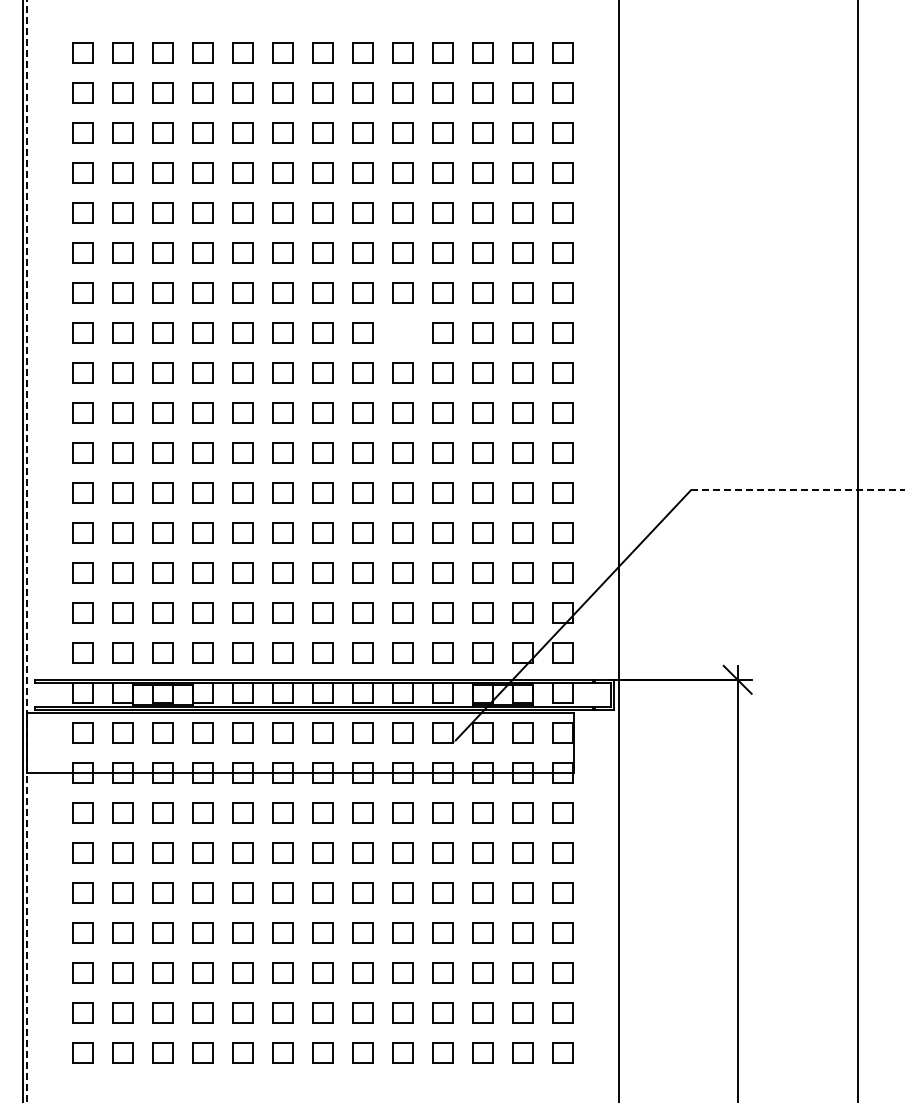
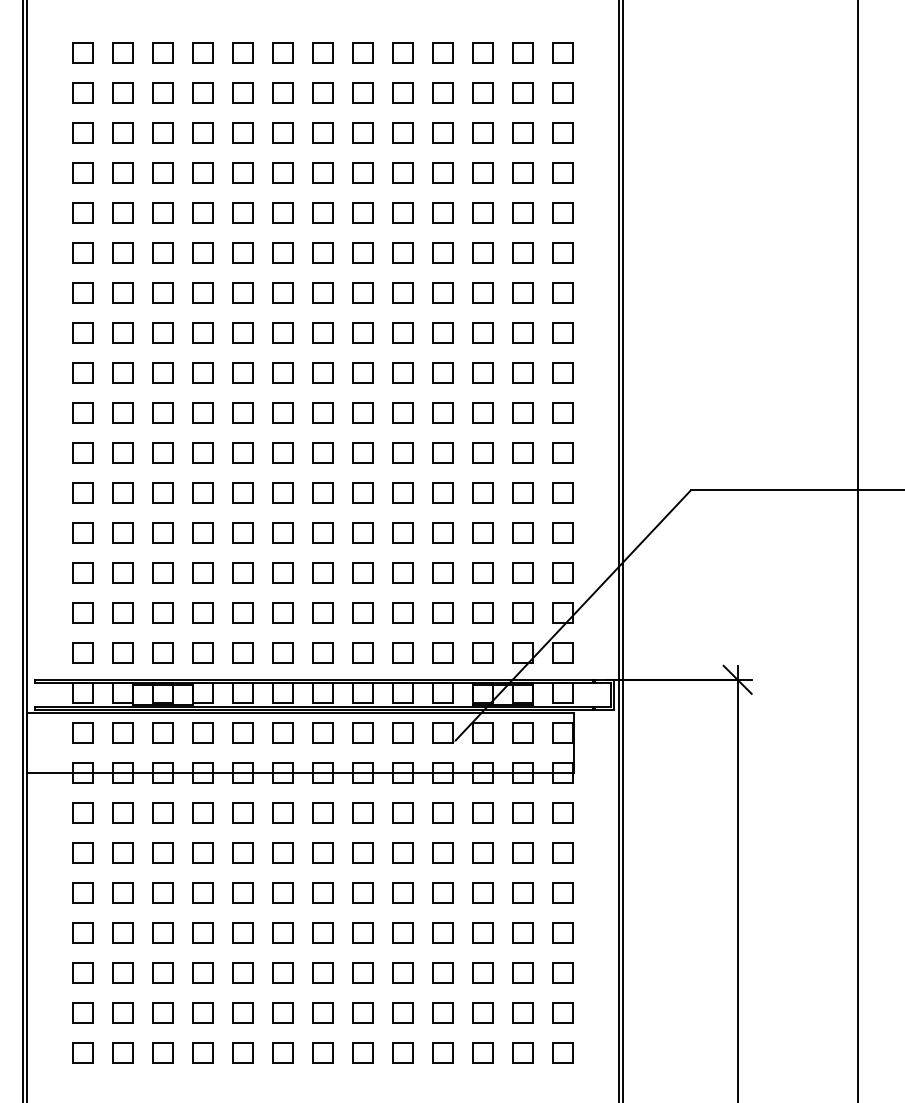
part at (402, 332): none -> present
line at (797, 490): dashed -> solid
line at (623, 550): none -> present
line at (27, 551): dashed -> solid
